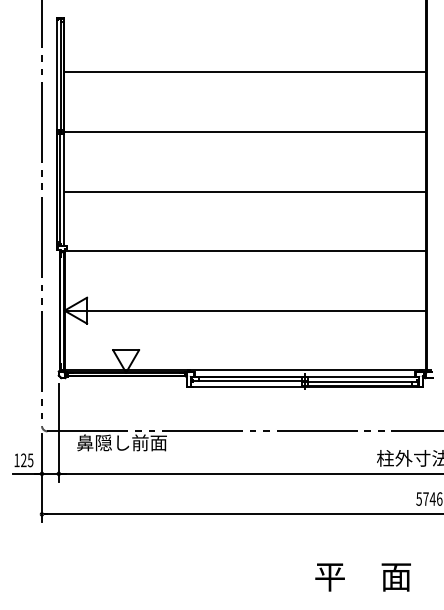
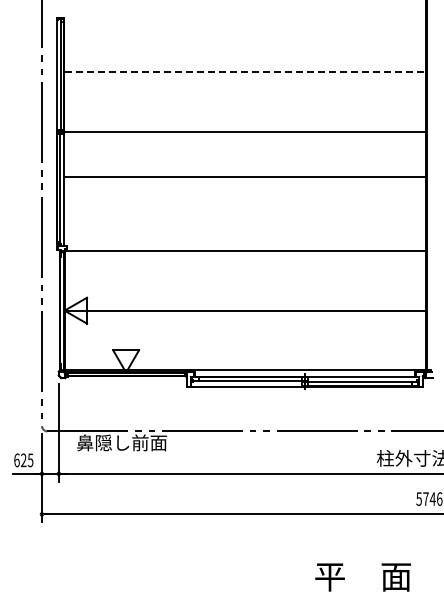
line at (244, 72): solid -> dashed
line at (245, 191) position: (245, 191) -> (245, 176)
text at (16, 460): 125 -> 625
